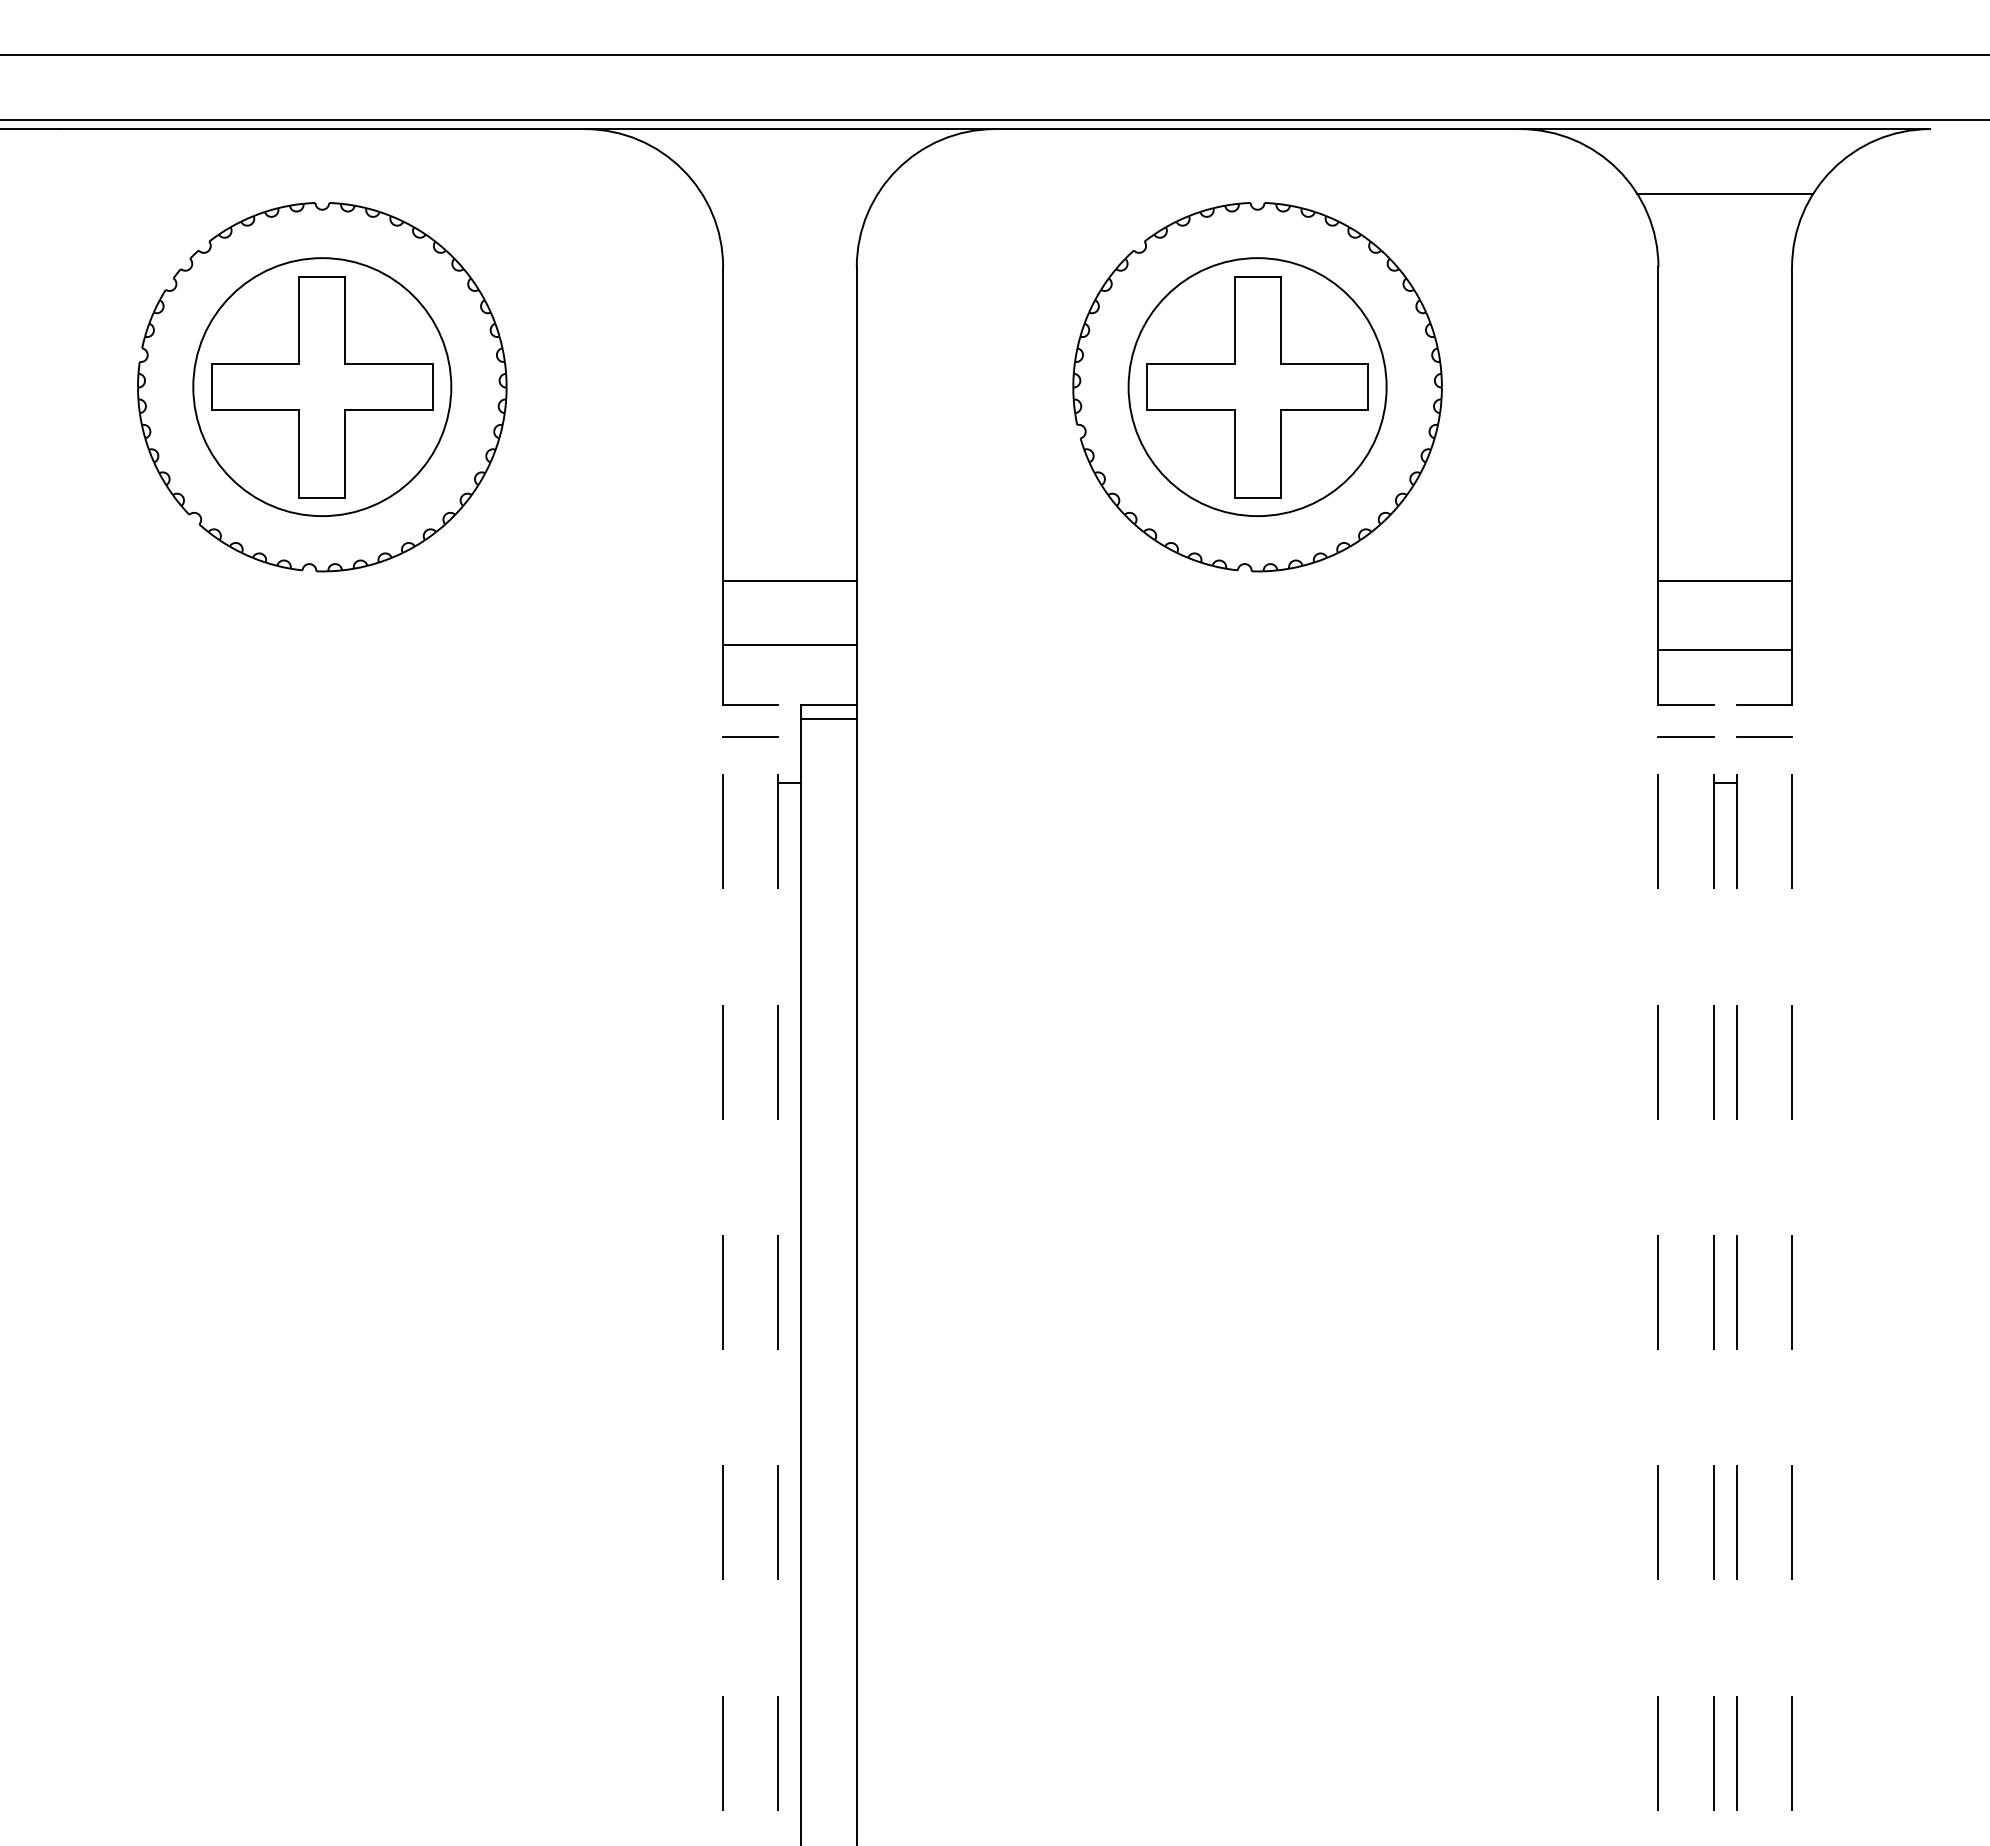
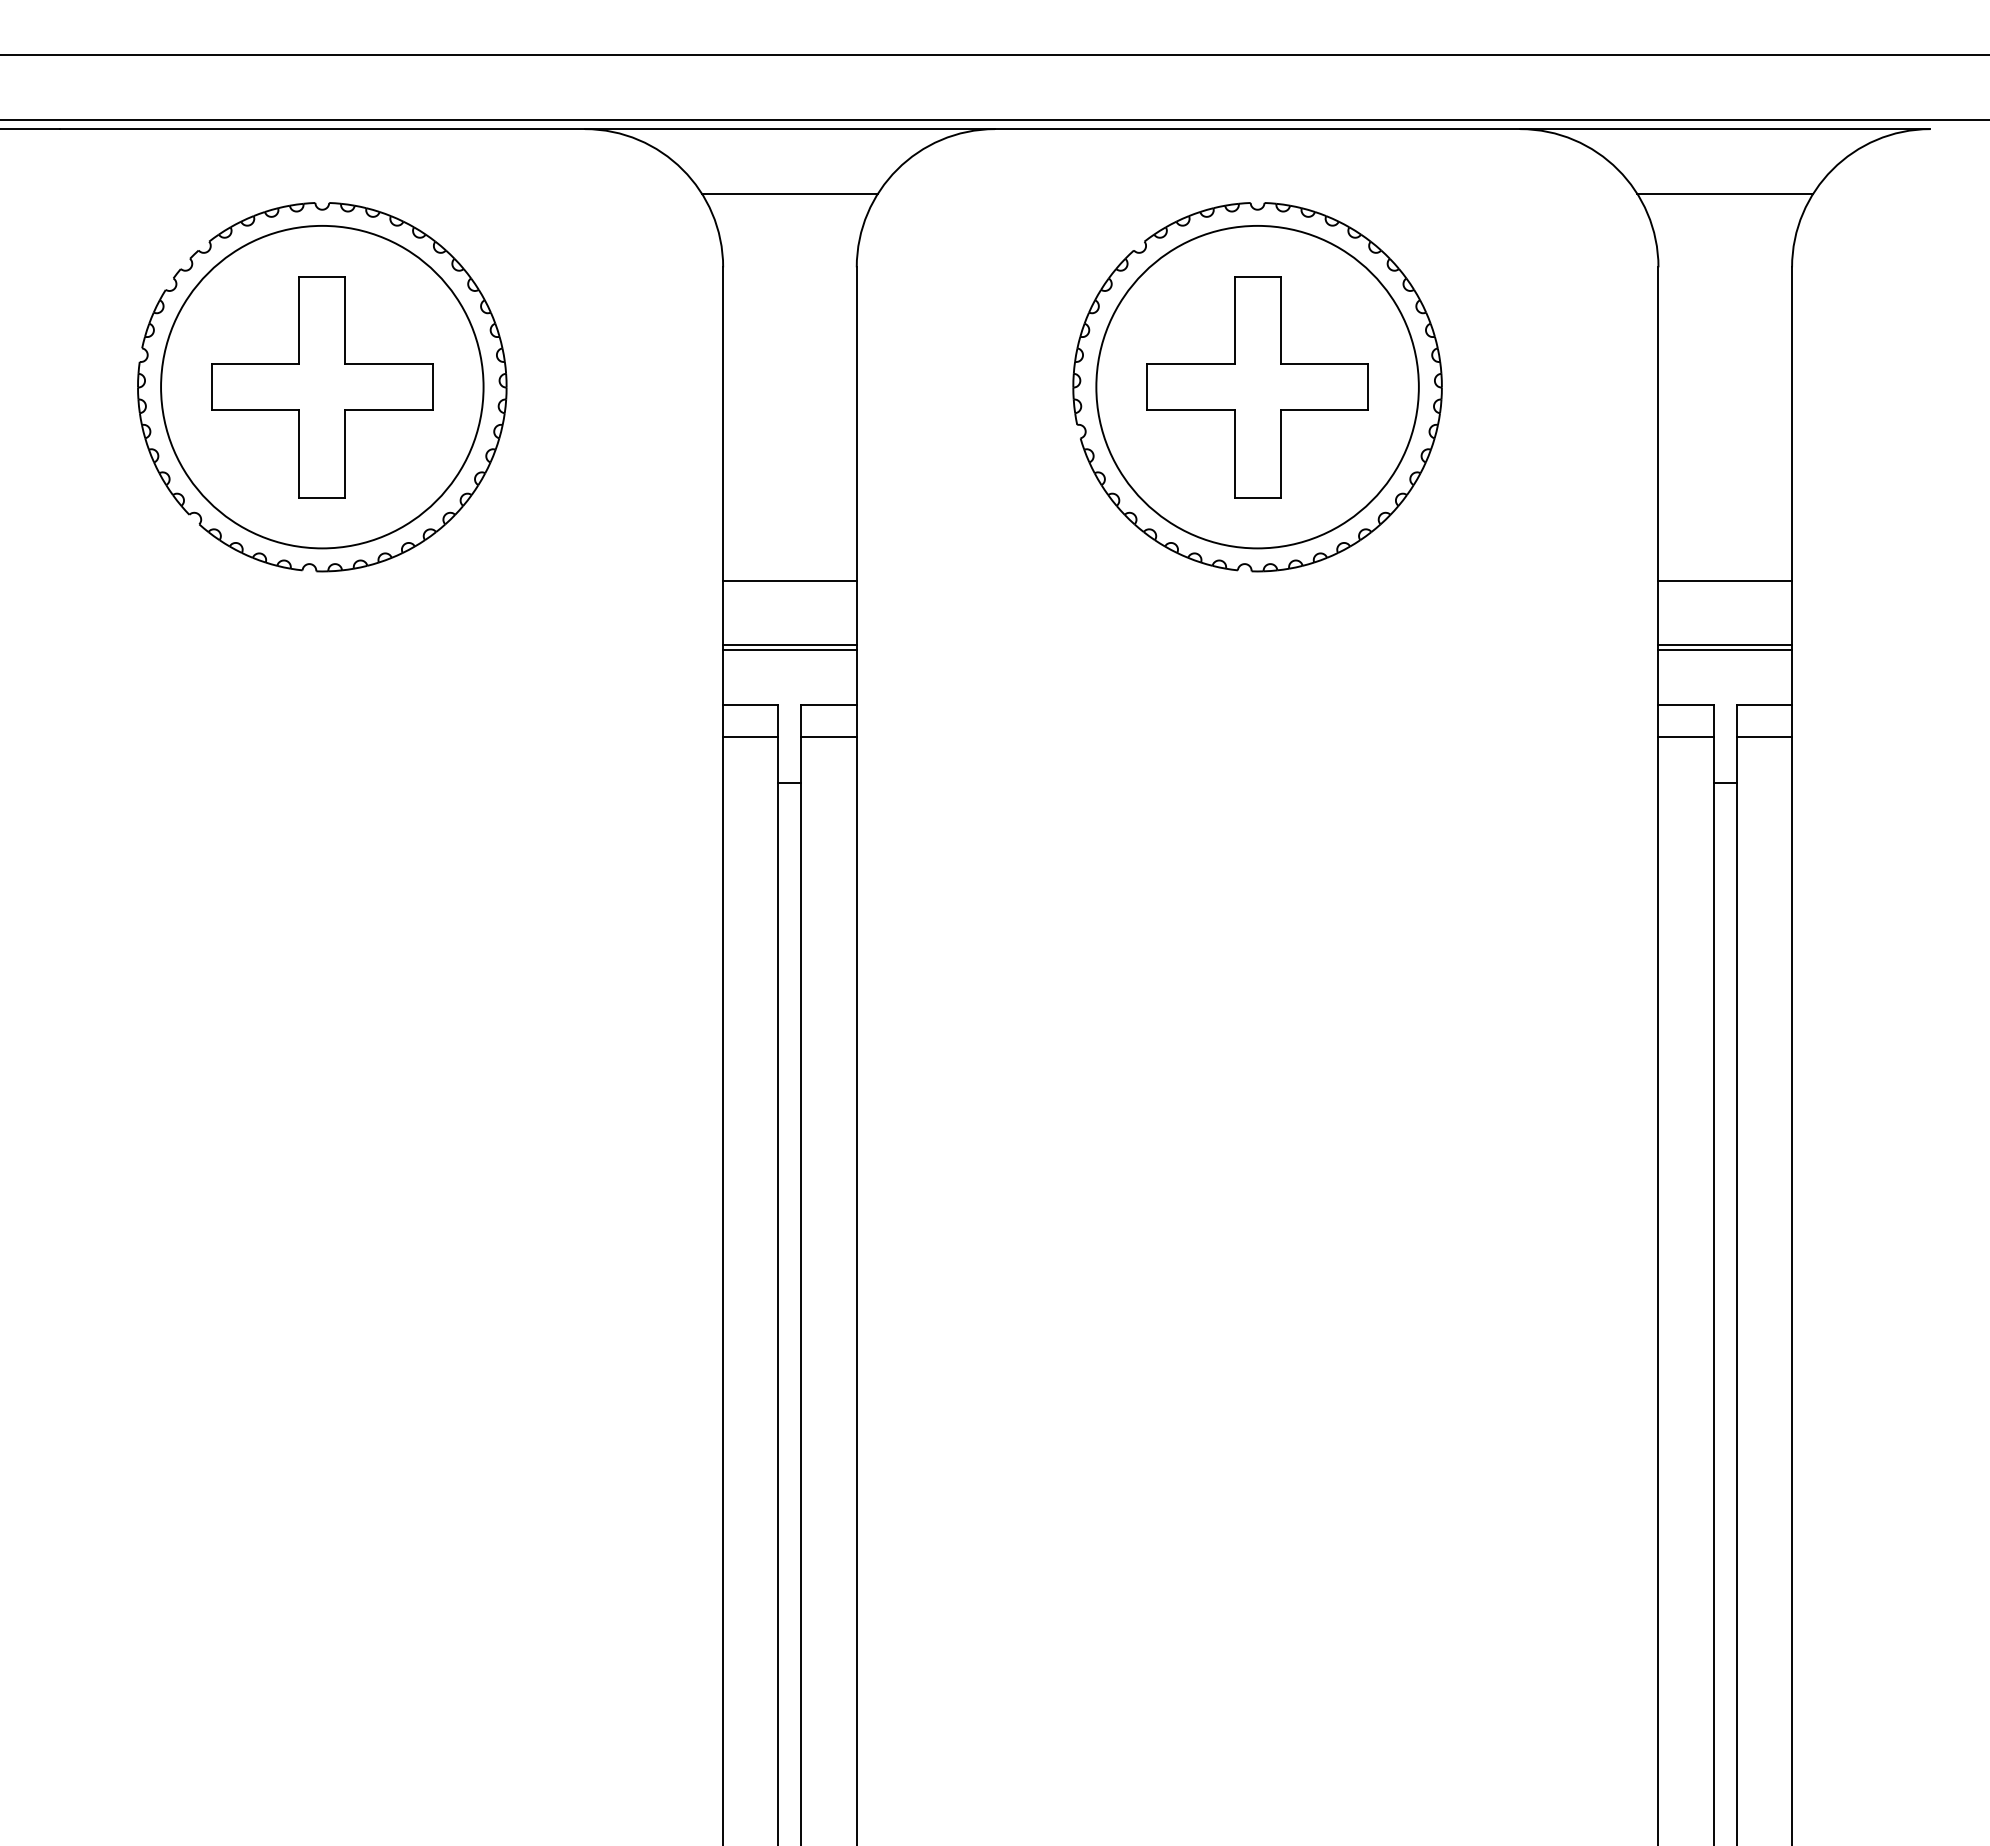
line at (789, 193): none -> present
circle at (322, 387) diameter: 258 px -> 323 px
circle at (1257, 387) diameter: 258 px -> 323 px
line at (1725, 645): none -> present
line at (789, 649): none -> present
line at (828, 719) position: (828, 719) -> (828, 737)
line at (723, 1274): dashed -> solid
line at (778, 1274): dashed -> solid
line at (1658, 1274): dashed -> solid
line at (1713, 1274): dashed -> solid
line at (1736, 1274): dashed -> solid
line at (1792, 1274): dashed -> solid
